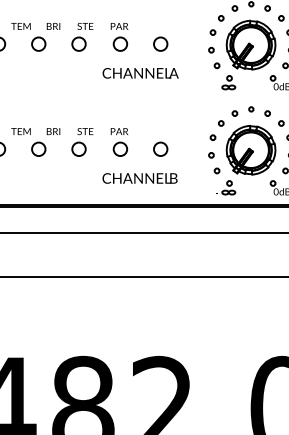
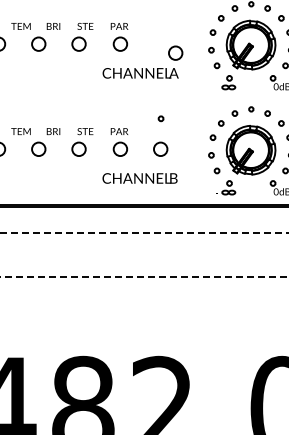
circle at (160, 43) position: (160, 43) -> (175, 52)
circle at (160, 118): none -> present
line at (144, 233): solid -> dashed
line at (144, 277): solid -> dashed
